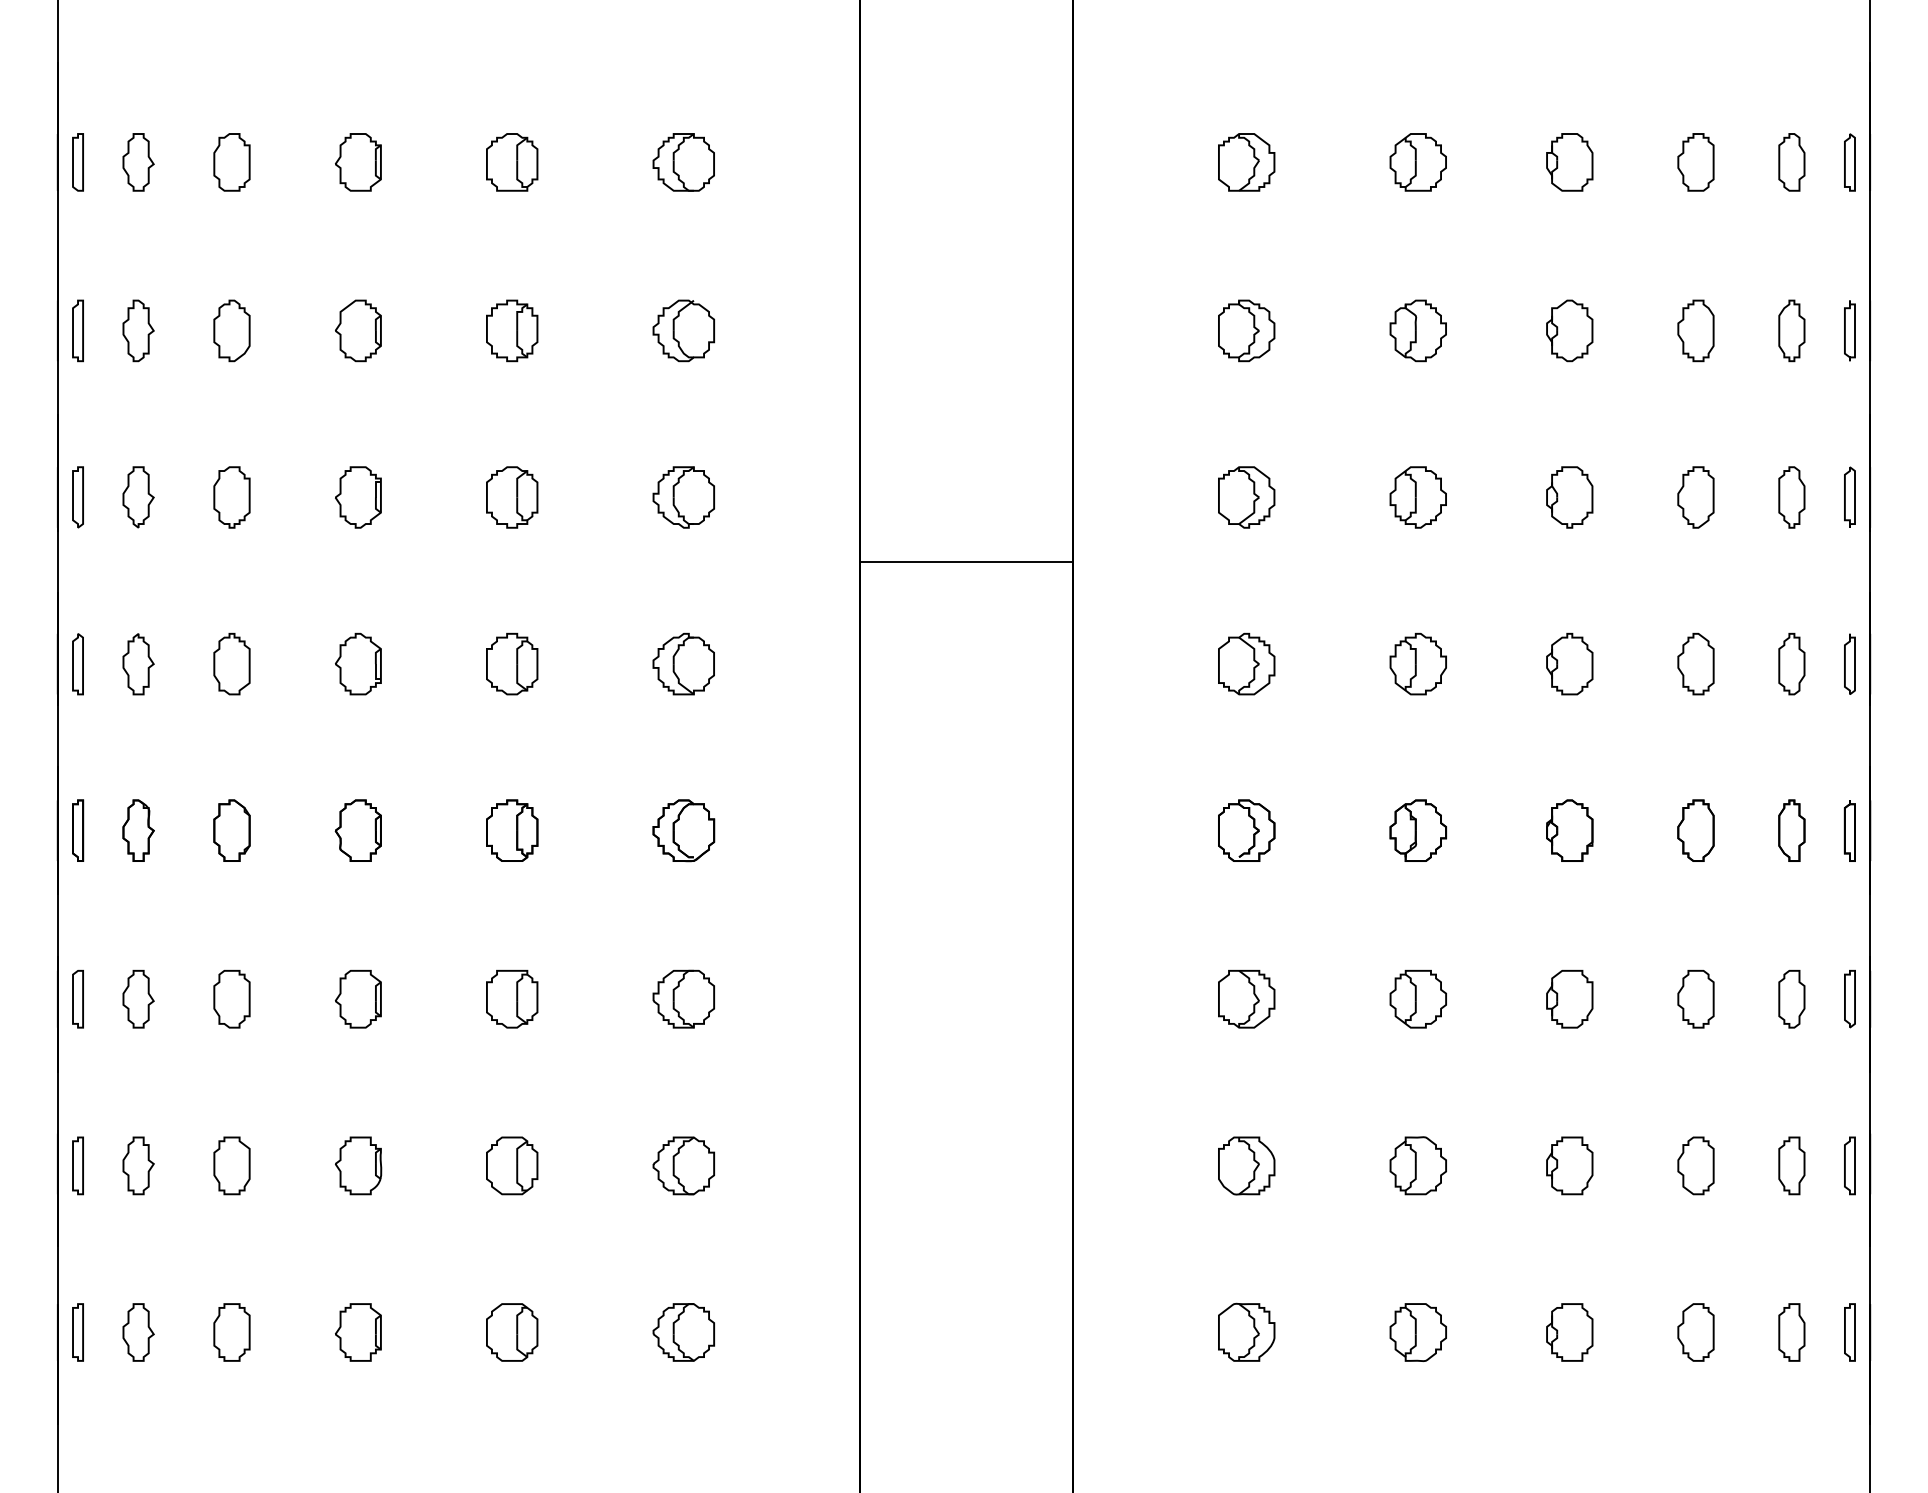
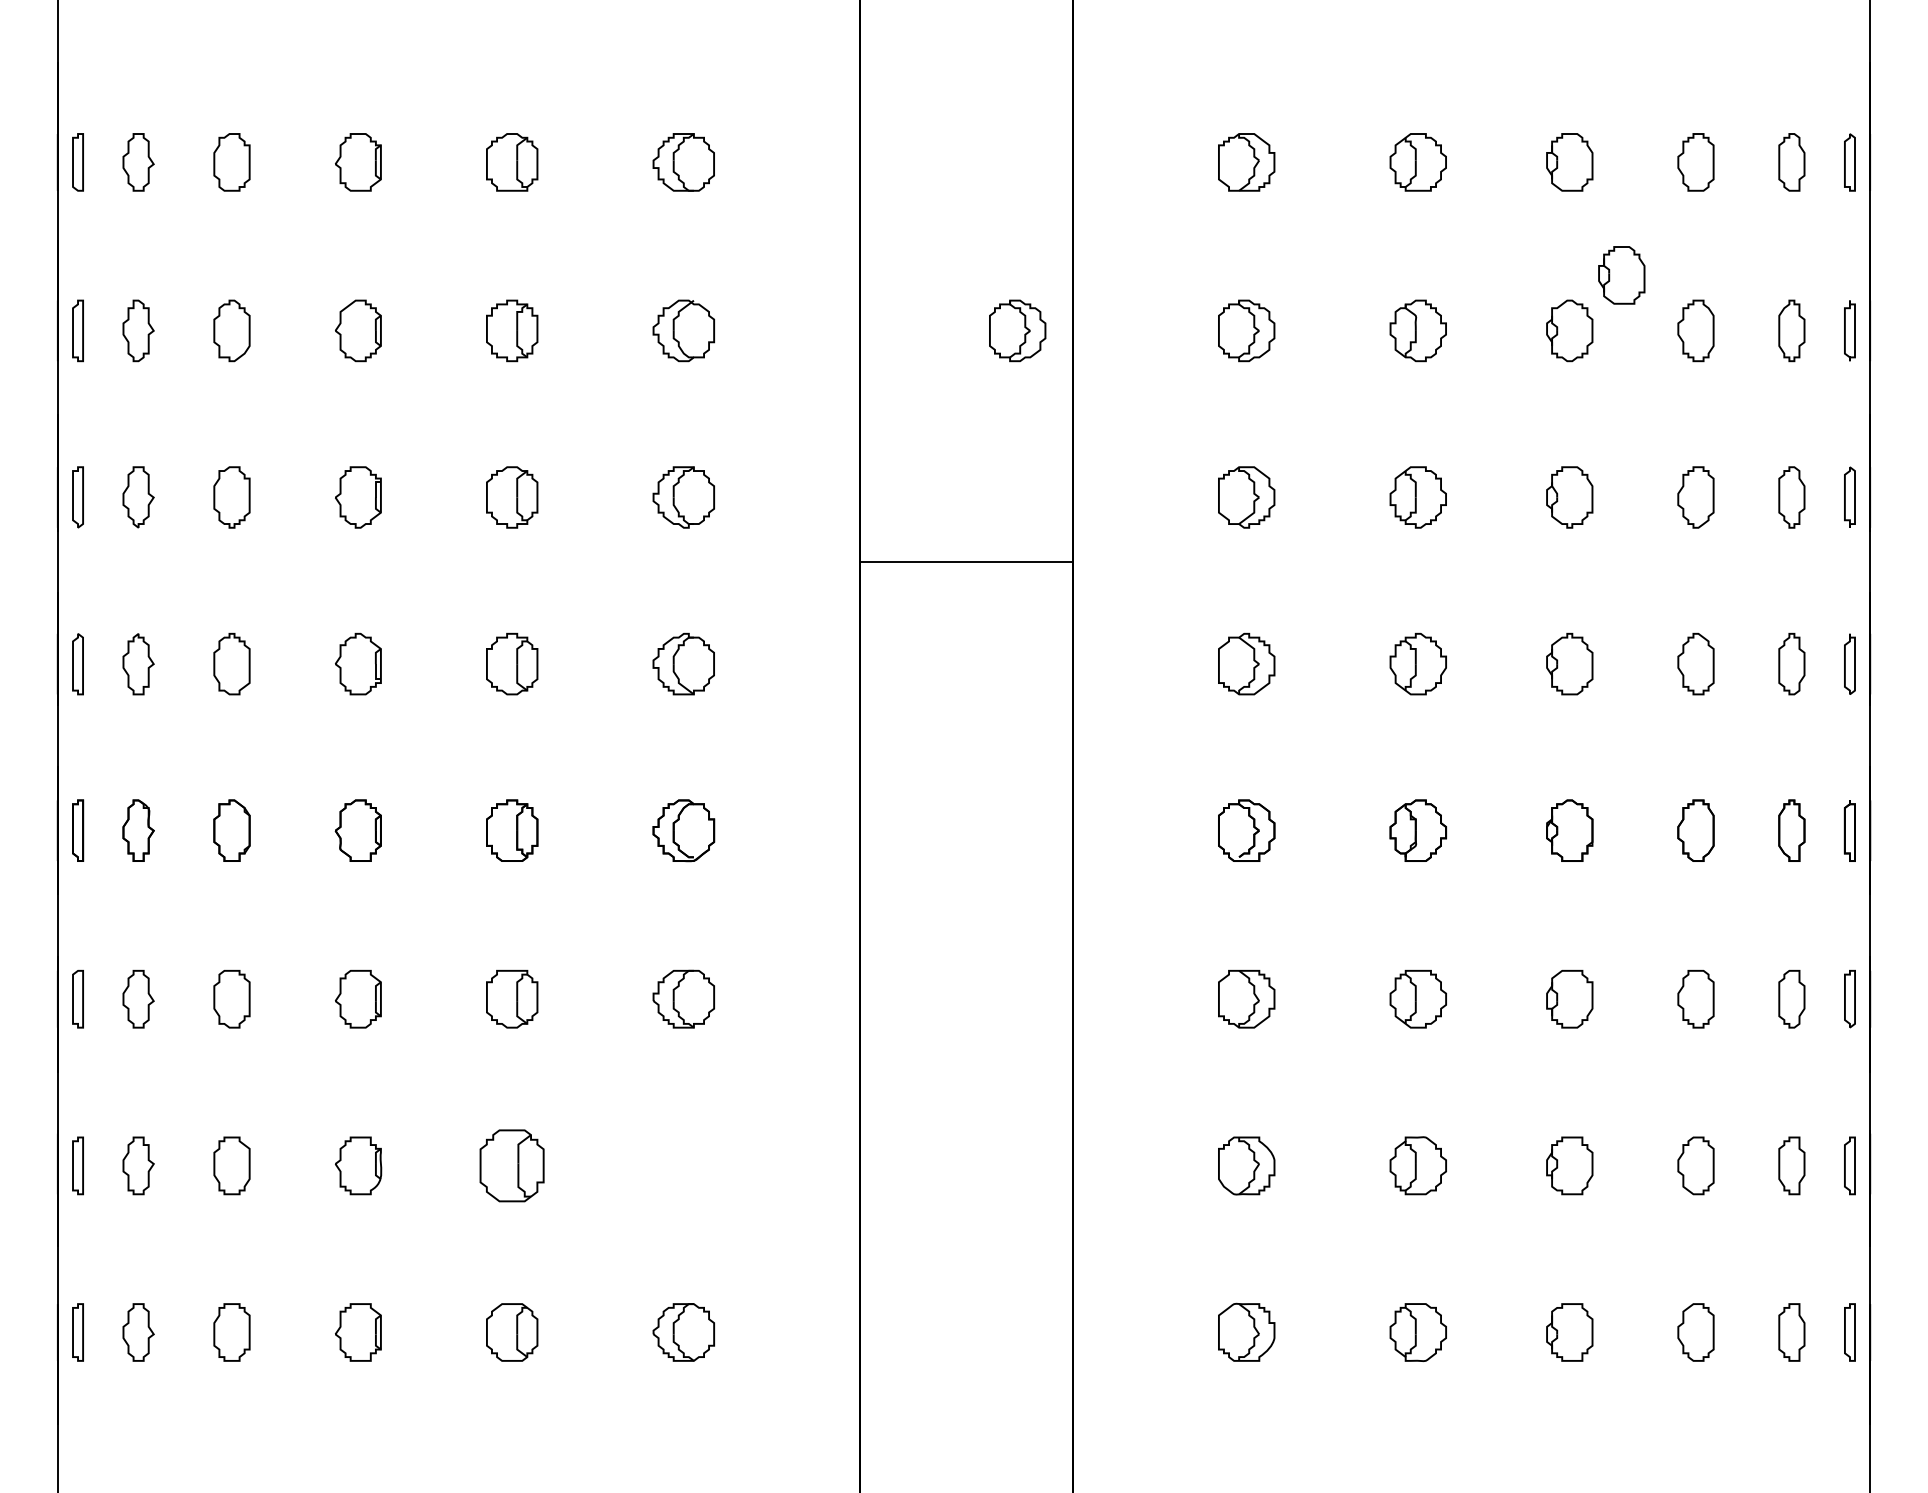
part at (1621, 275): none -> present
part at (1017, 330): none -> present
part at (512, 1165) size: 53x60 px -> 66x74 px
part at (683, 1165): present -> none
